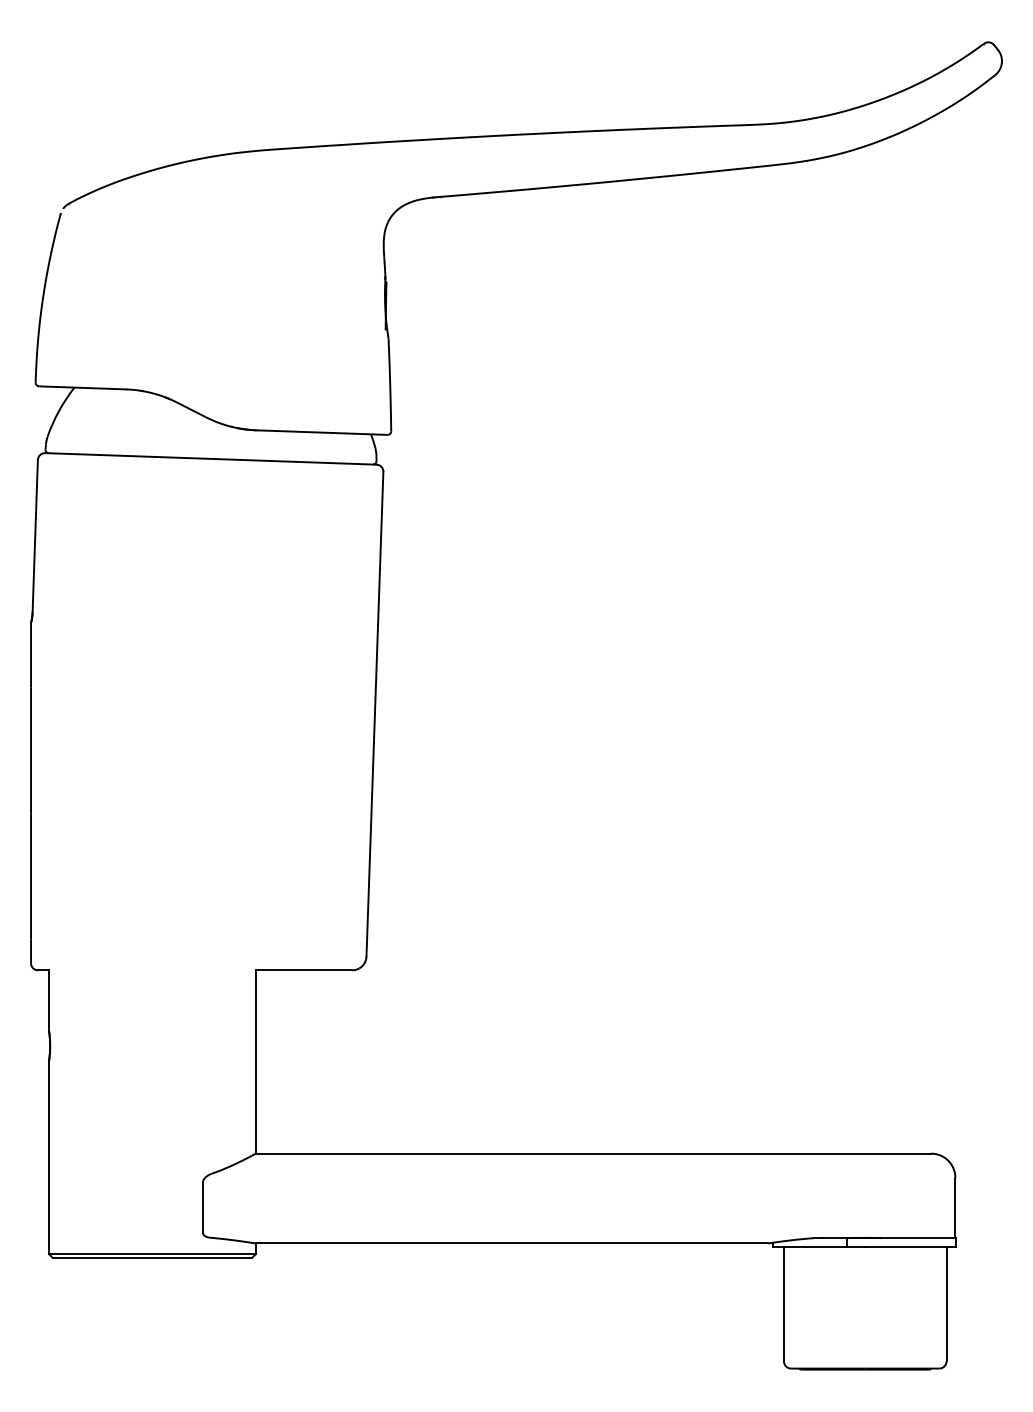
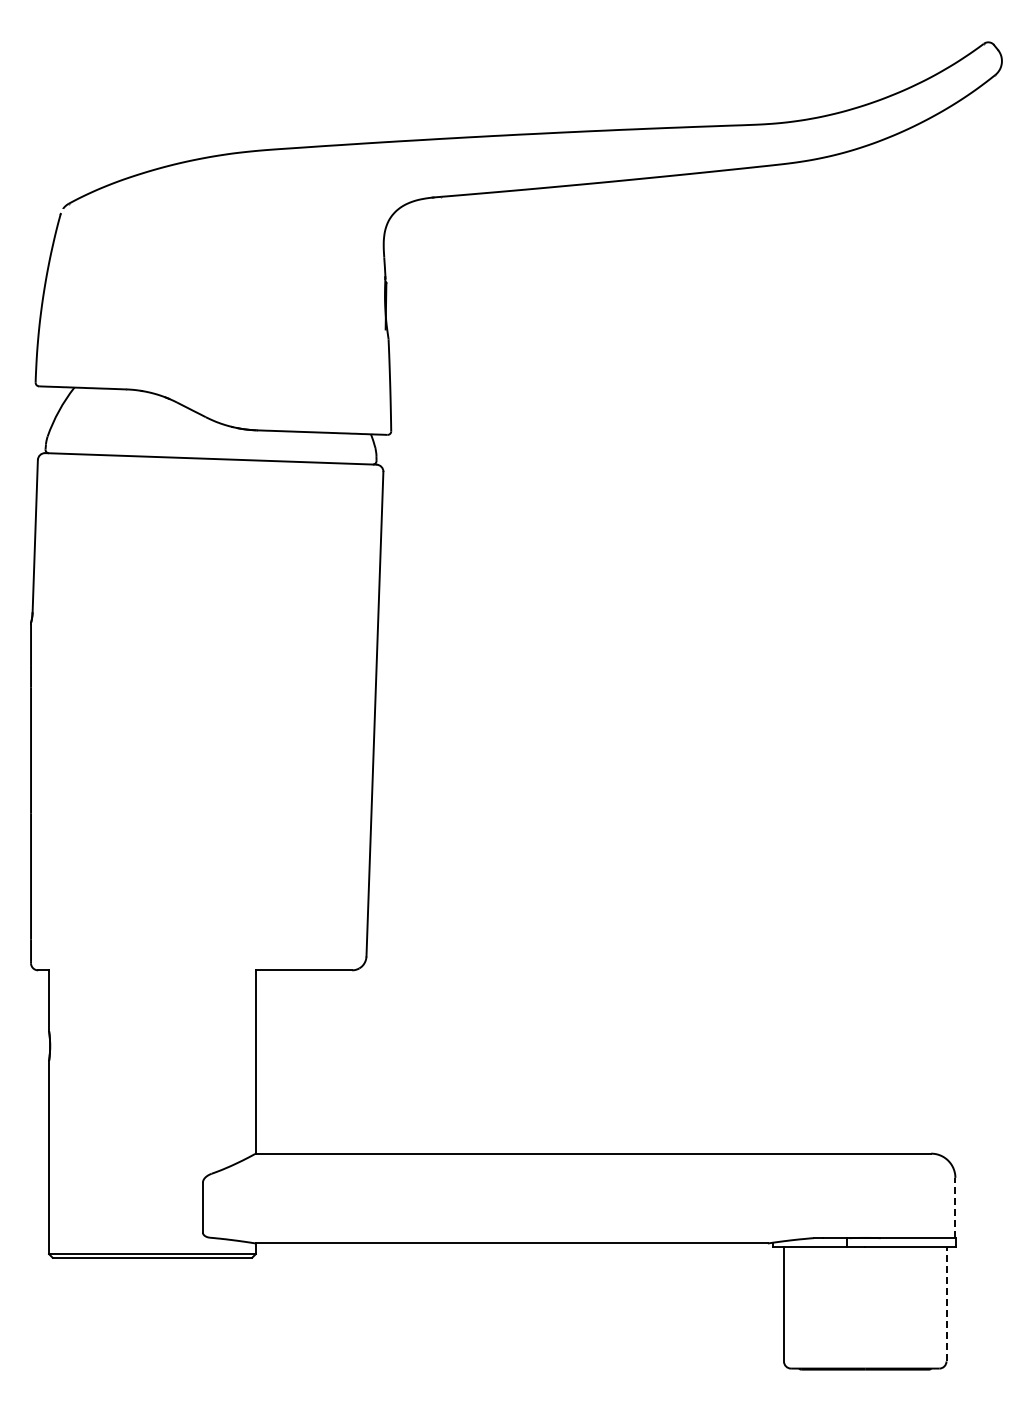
line at (955, 1207): solid -> dashed
line at (946, 1303): solid -> dashed
